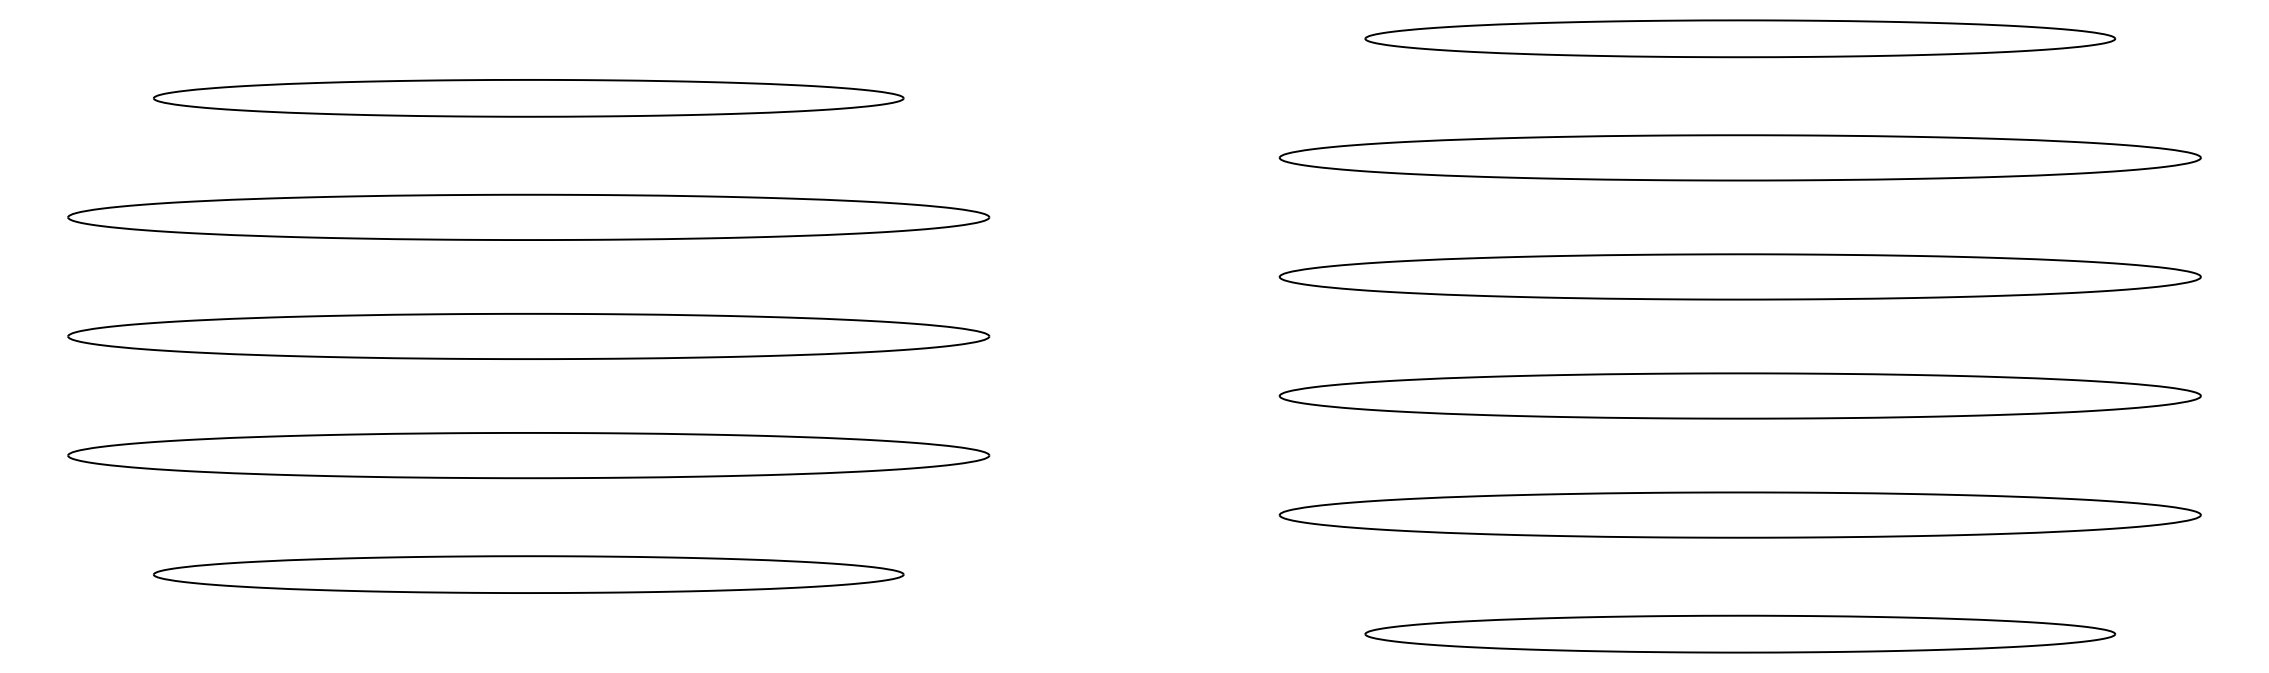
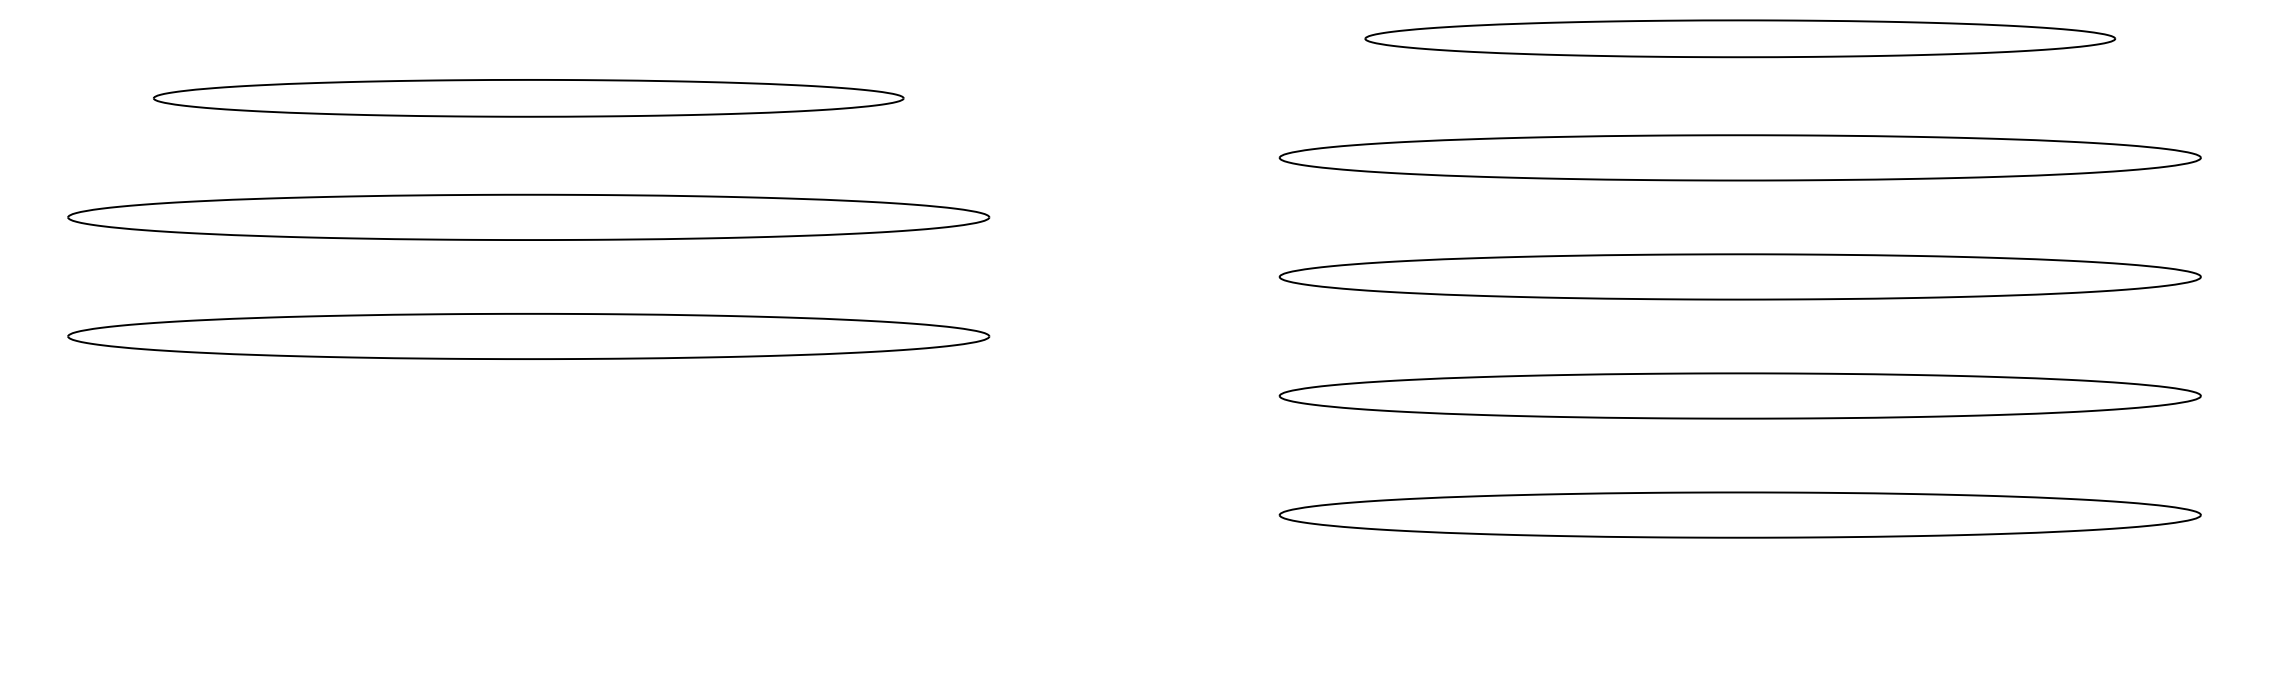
part at (528, 455): present -> none
part at (528, 574): present -> none
part at (1740, 633): present -> none
